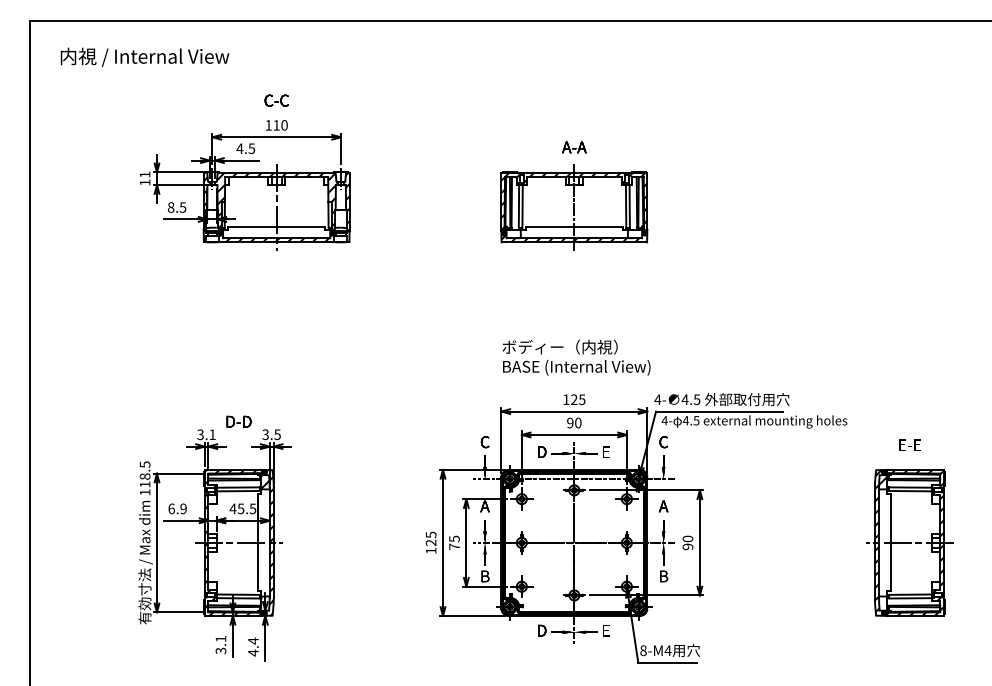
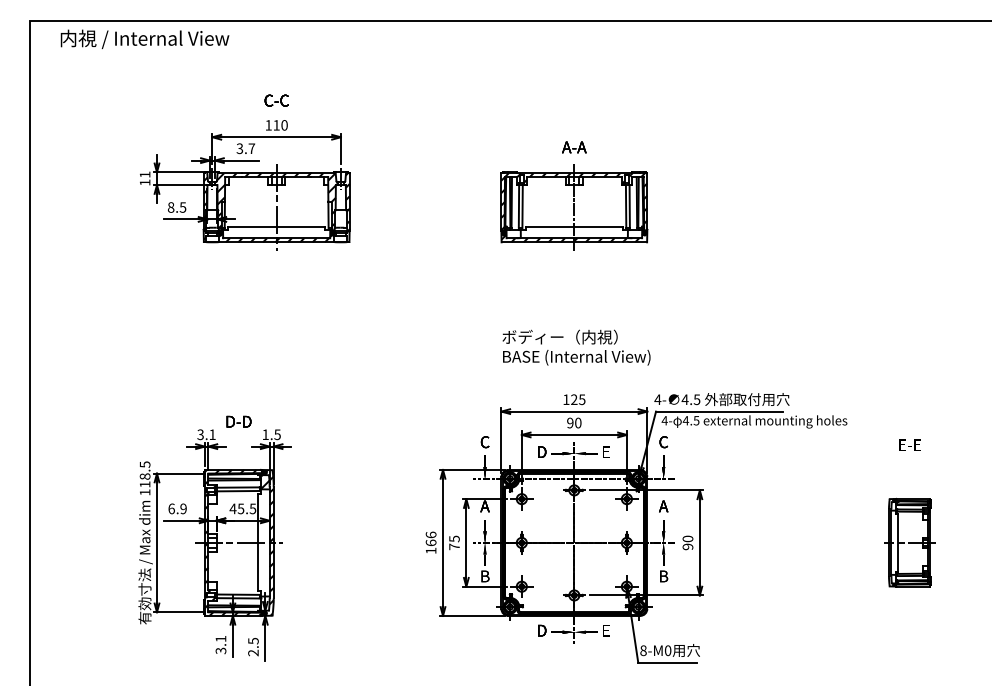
text at (144, 56) position: (144, 56) -> (144, 38)
text at (245, 148): 4.5 -> 3.7
text at (576, 357) position: (576, 357) -> (576, 347)
text at (265, 434): 3.5 -> 1.5
text at (430, 538): 125 -> 166
part at (909, 542) size: 88x149 px -> 52x91 px
text at (253, 646): 4.4 -> 2.5
text at (667, 650): 8-M4 -> 8-M0
